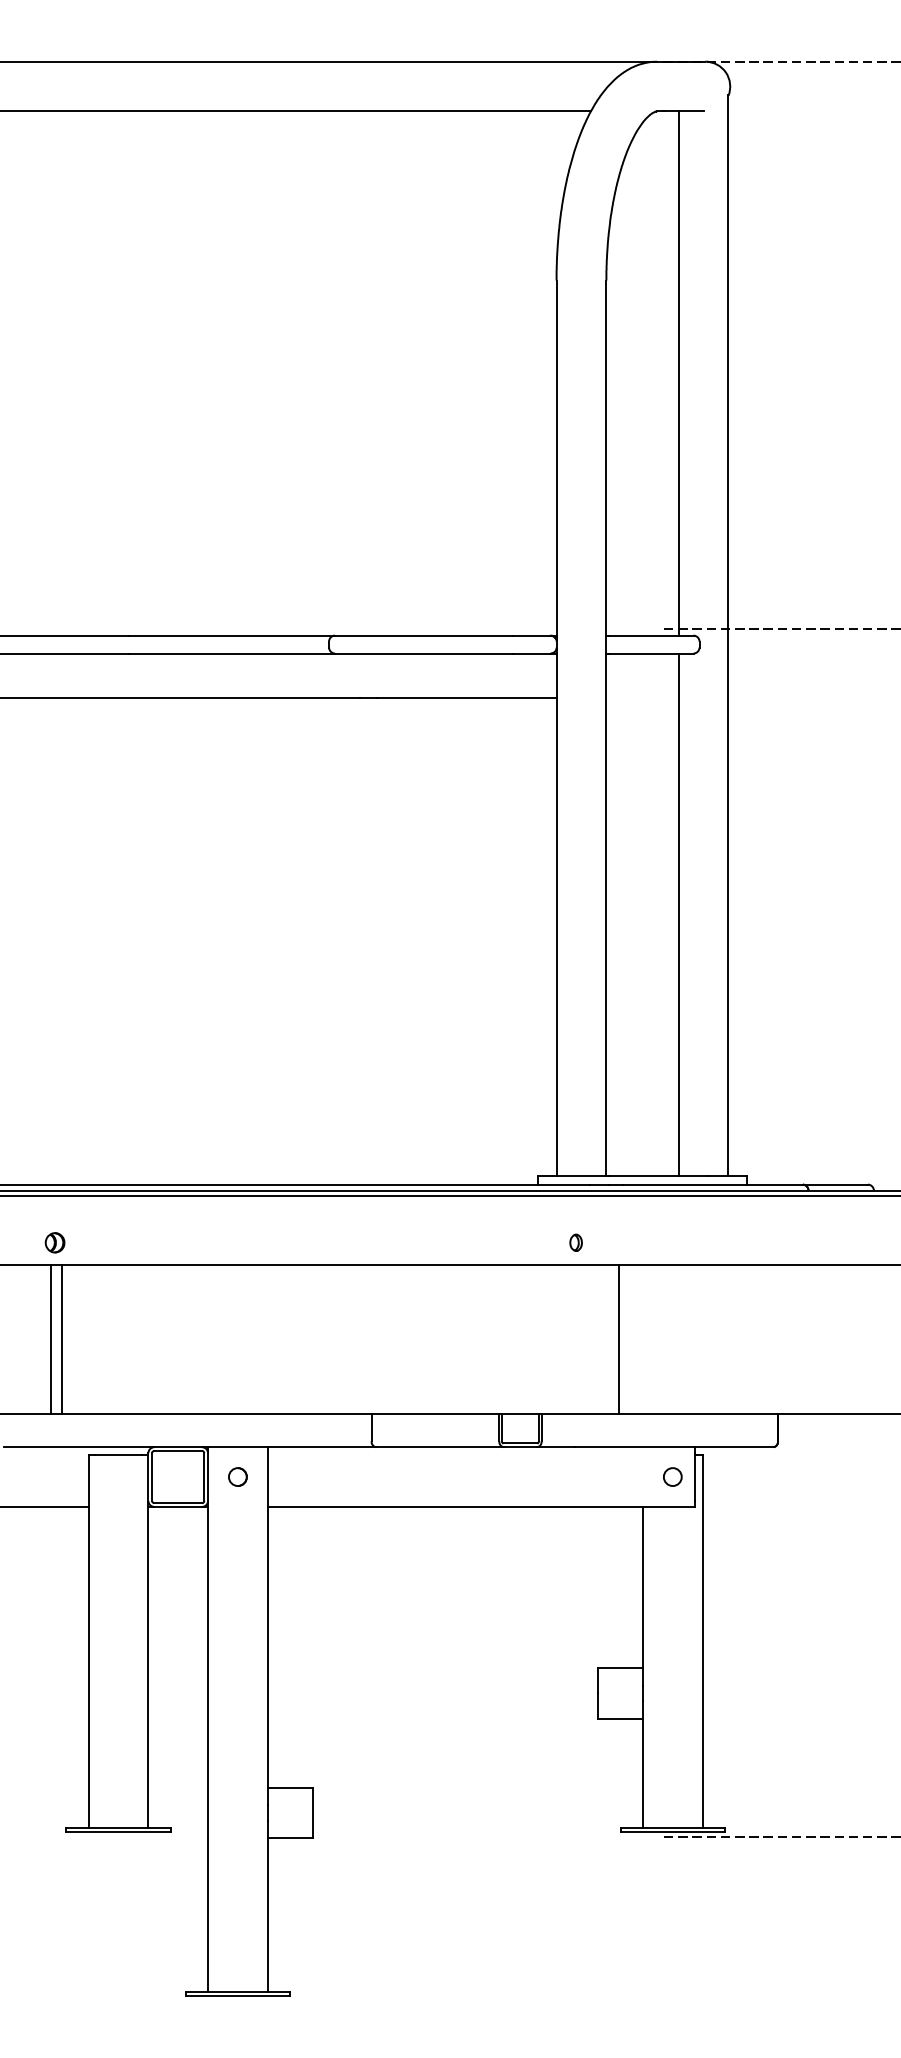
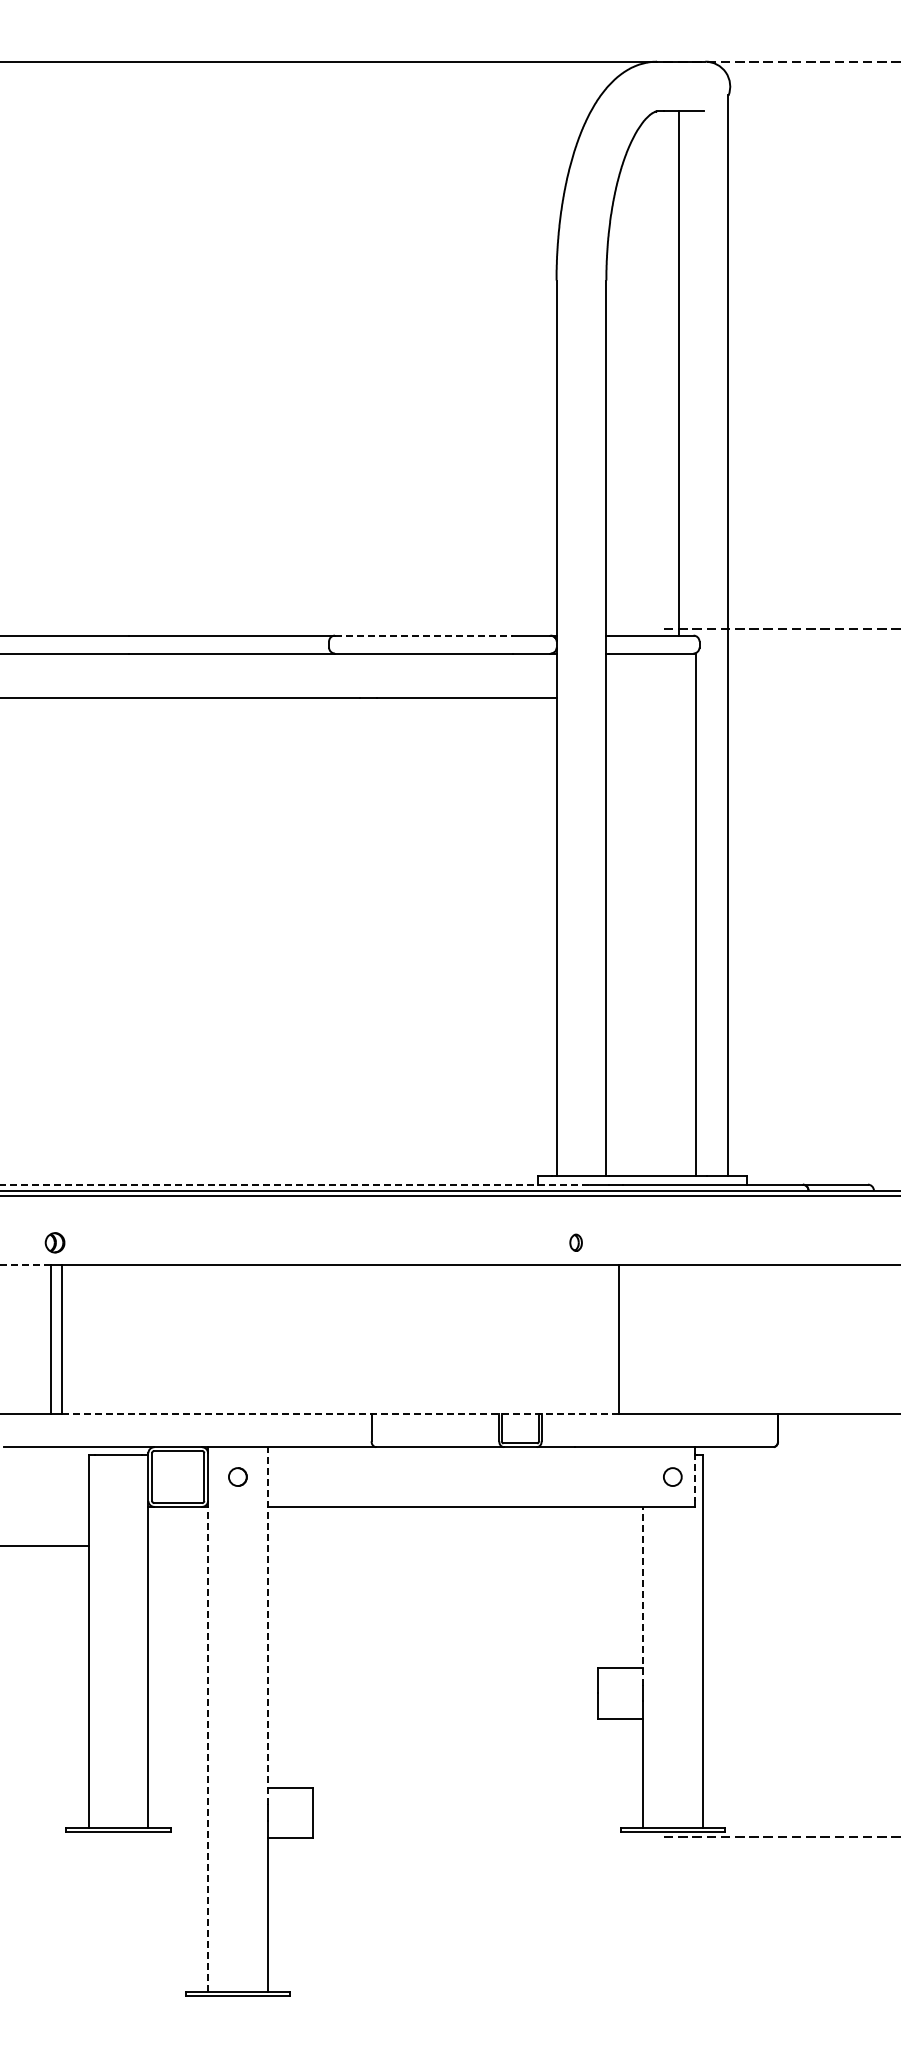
line at (296, 111): present -> none
line at (424, 635): solid -> dashed
line at (678, 914) position: (678, 914) -> (695, 914)
line at (295, 1184): solid -> dashed
line at (25, 1265): solid -> dashed
line at (341, 1414): solid -> dashed
line at (695, 1477): solid -> dashed
line at (45, 1506) position: (45, 1506) -> (45, 1545)
line at (642, 1595): solid -> dashed
line at (267, 1626): solid -> dashed
line at (208, 1745): solid -> dashed
